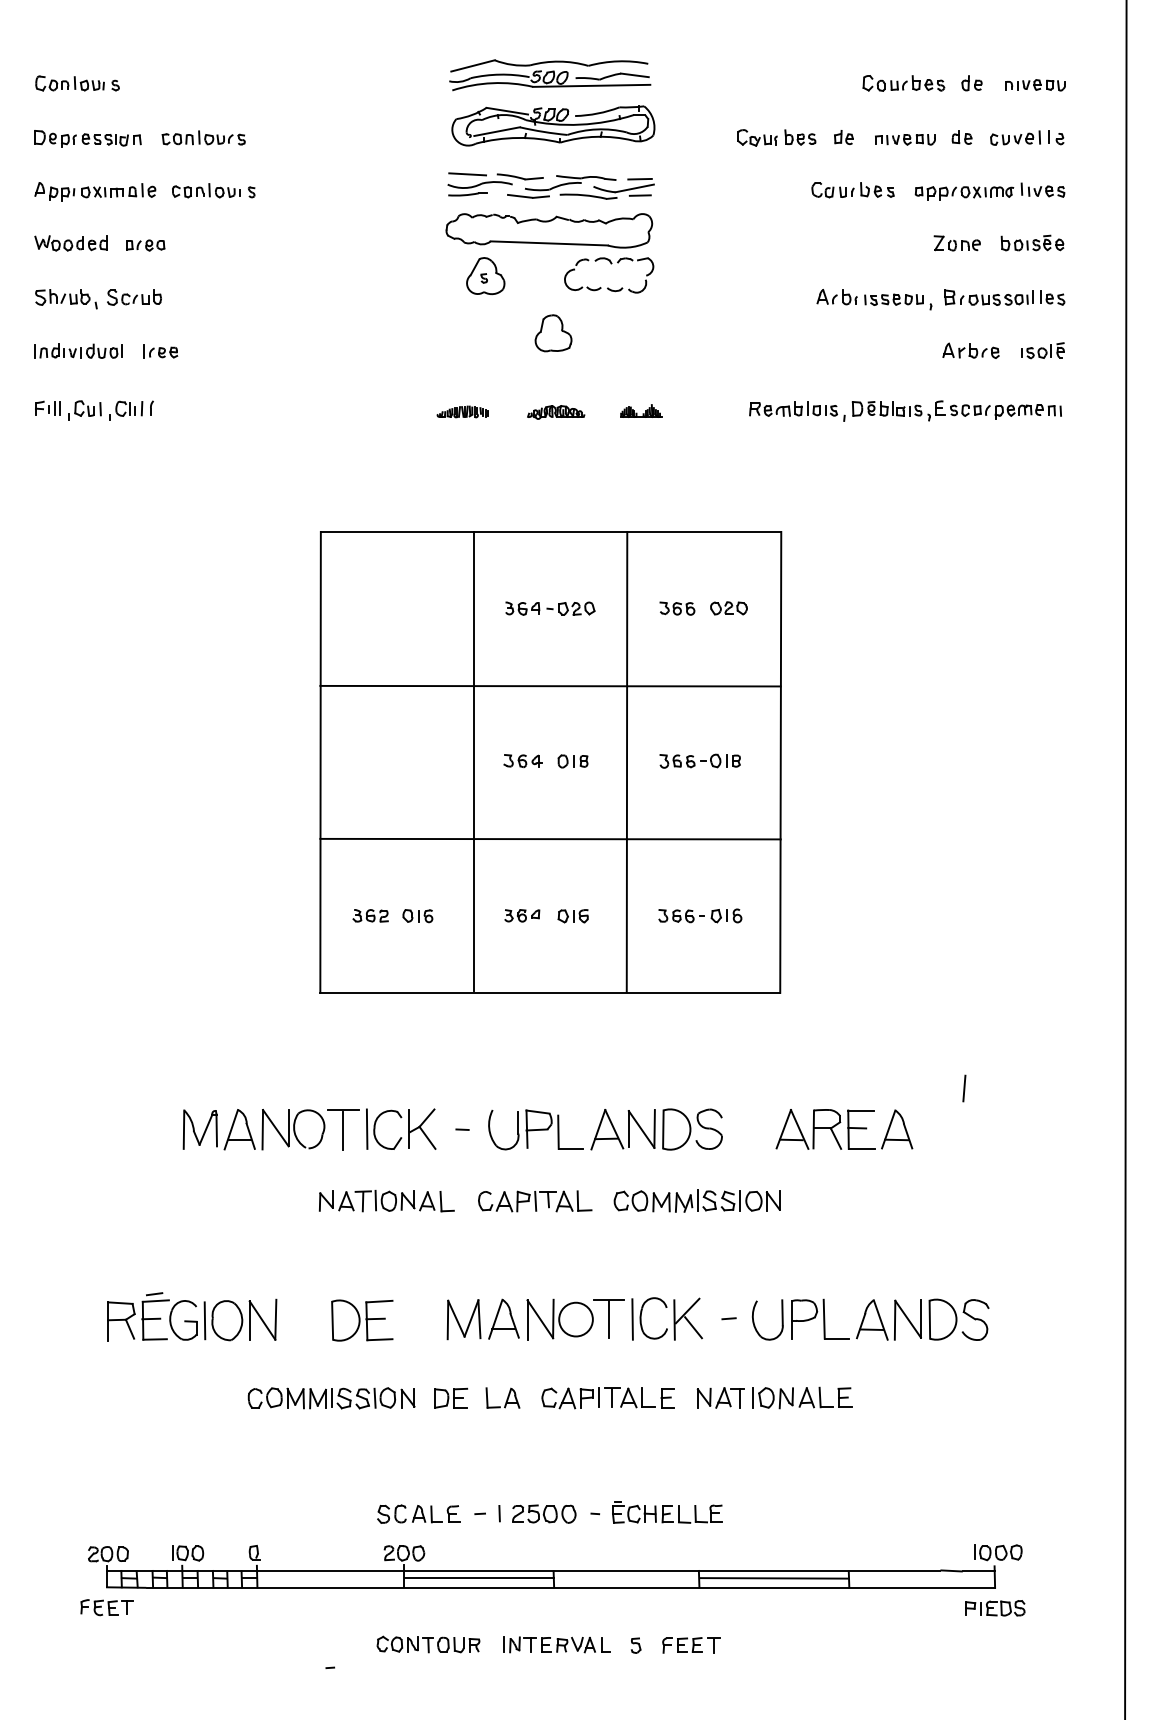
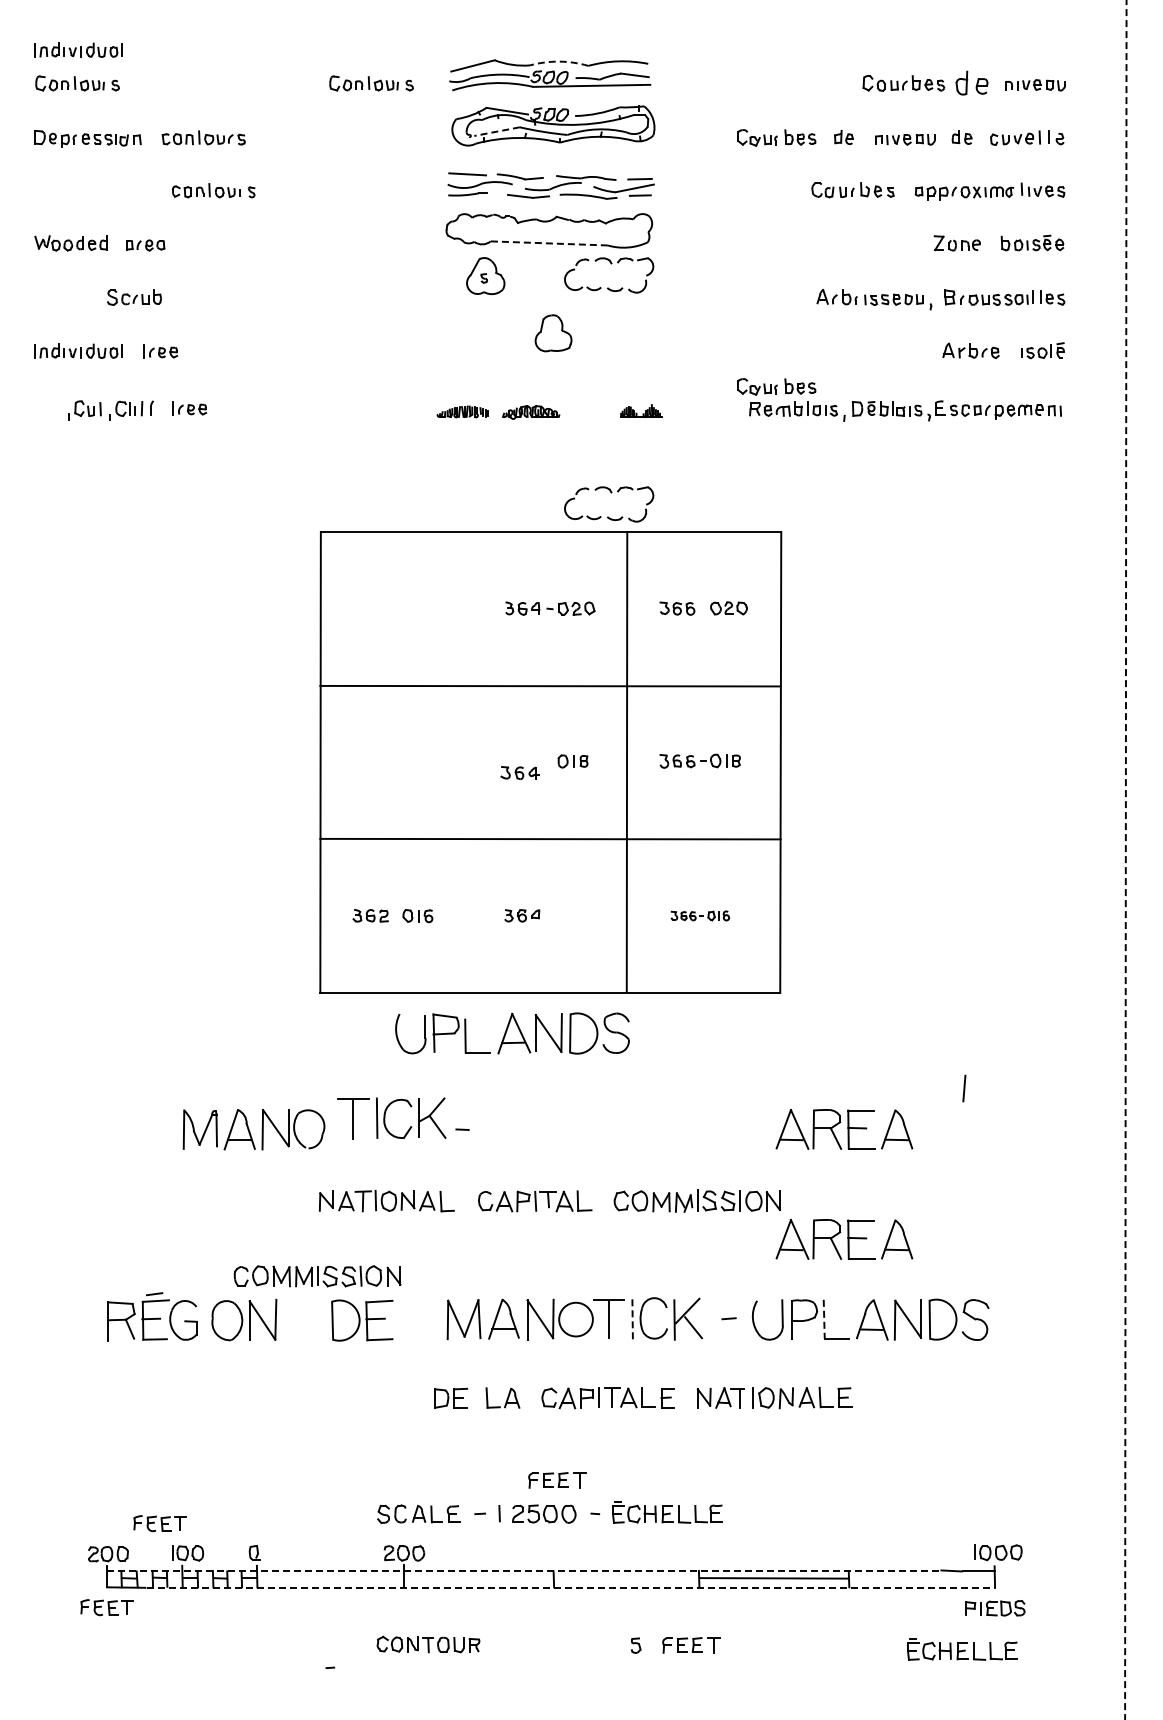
part at (78, 49): none -> present
arc at (559, 61): solid -> dashed
part at (371, 83): none -> present
part at (971, 83) size: 22x17 px -> 34x26 px
line at (496, 131): solid -> dashed
part at (95, 191): present -> none
line at (549, 243): solid -> dashed
part at (66, 299): present -> none
part at (776, 386): none -> present
part at (47, 407): present -> none
part at (189, 408): none -> present
part at (556, 412) position: (556, 412) -> (531, 412)
part at (611, 493): none -> present
line at (473, 761): present -> none
part at (522, 761) position: (522, 761) -> (519, 773)
line at (1125, 860): solid -> dashed
part at (700, 915) size: 85x16 px -> 60x12 px
part at (572, 916): present -> none
part at (381, 1129) position: (381, 1129) -> (391, 1118)
part at (605, 1129) position: (605, 1129) -> (512, 1033)
part at (844, 1239): none -> present
line at (824, 1319): solid -> dashed
line at (204, 1320): present -> none
line at (632, 1320): solid -> dashed
part at (331, 1398) position: (331, 1398) -> (317, 1276)
part at (557, 1480): none -> present
part at (159, 1523): none -> present
line at (523, 1570): solid -> dashed
line at (478, 1578): present -> none
line at (571, 1587): solid -> dashed
part at (556, 1644): present -> none
part at (962, 1649): none -> present
